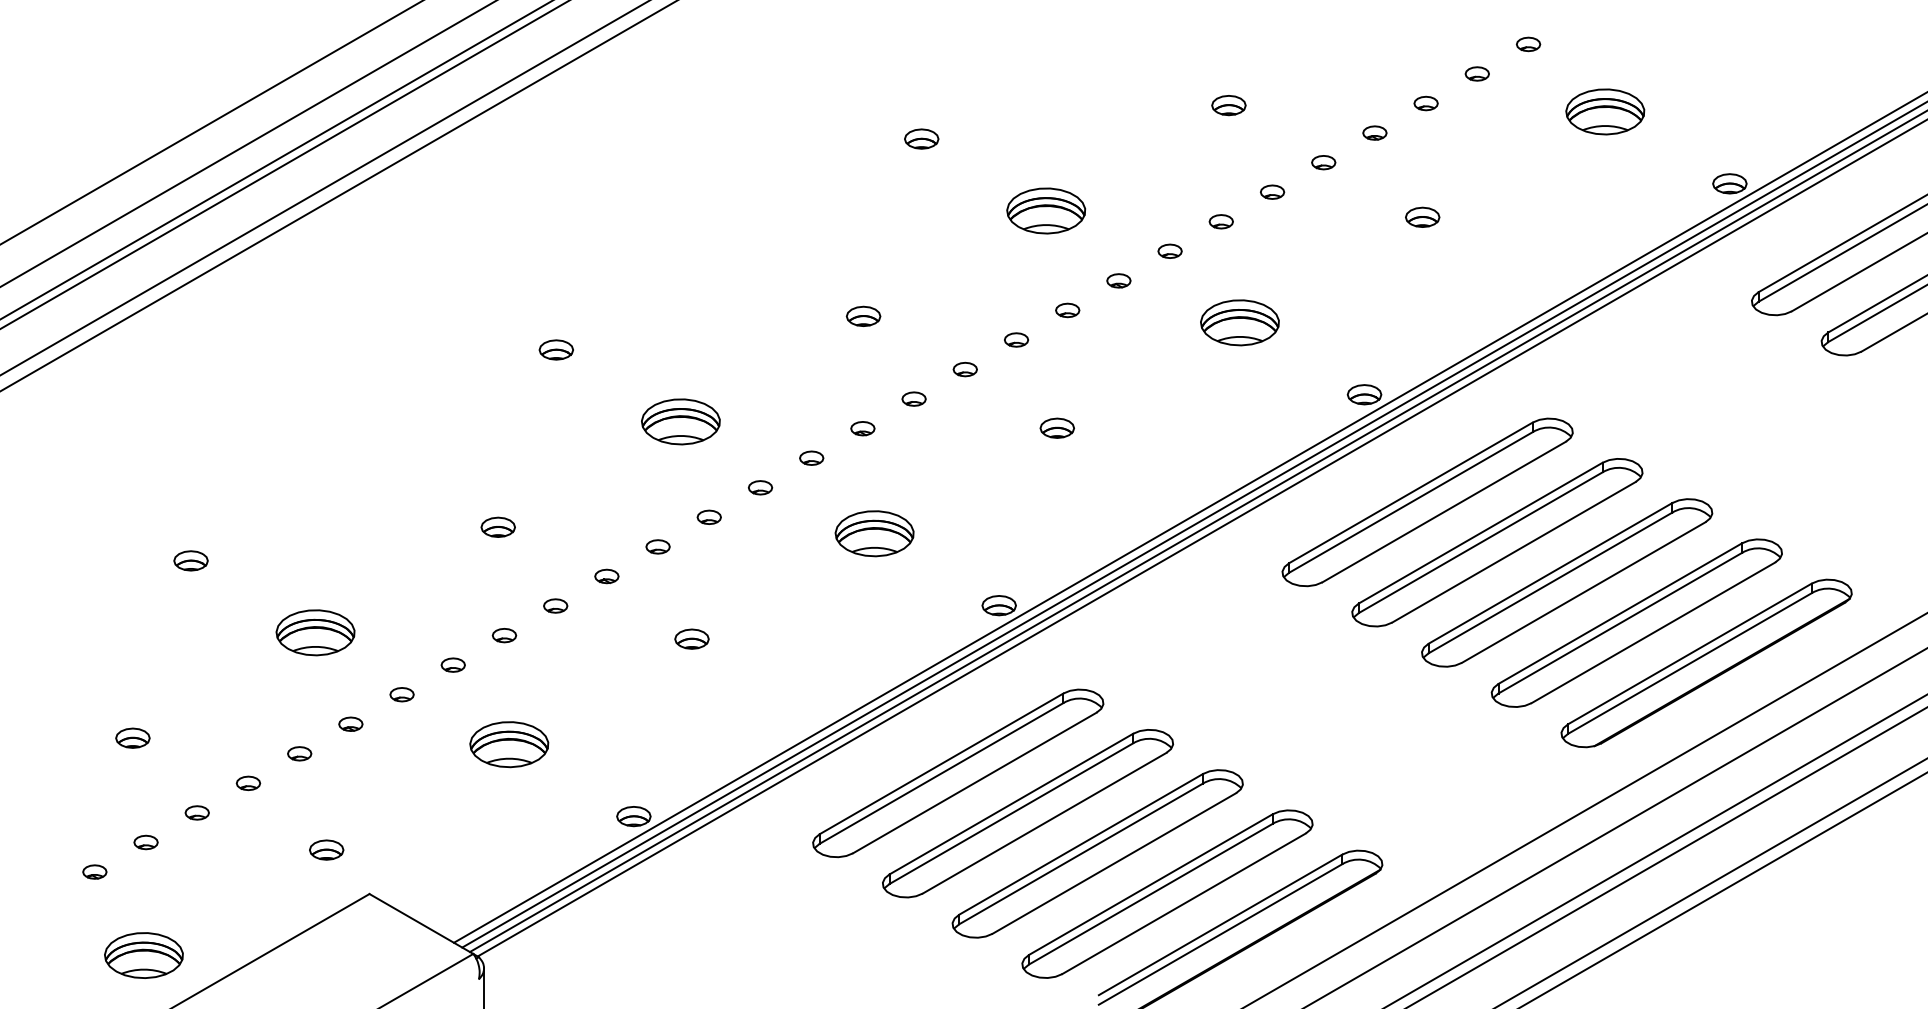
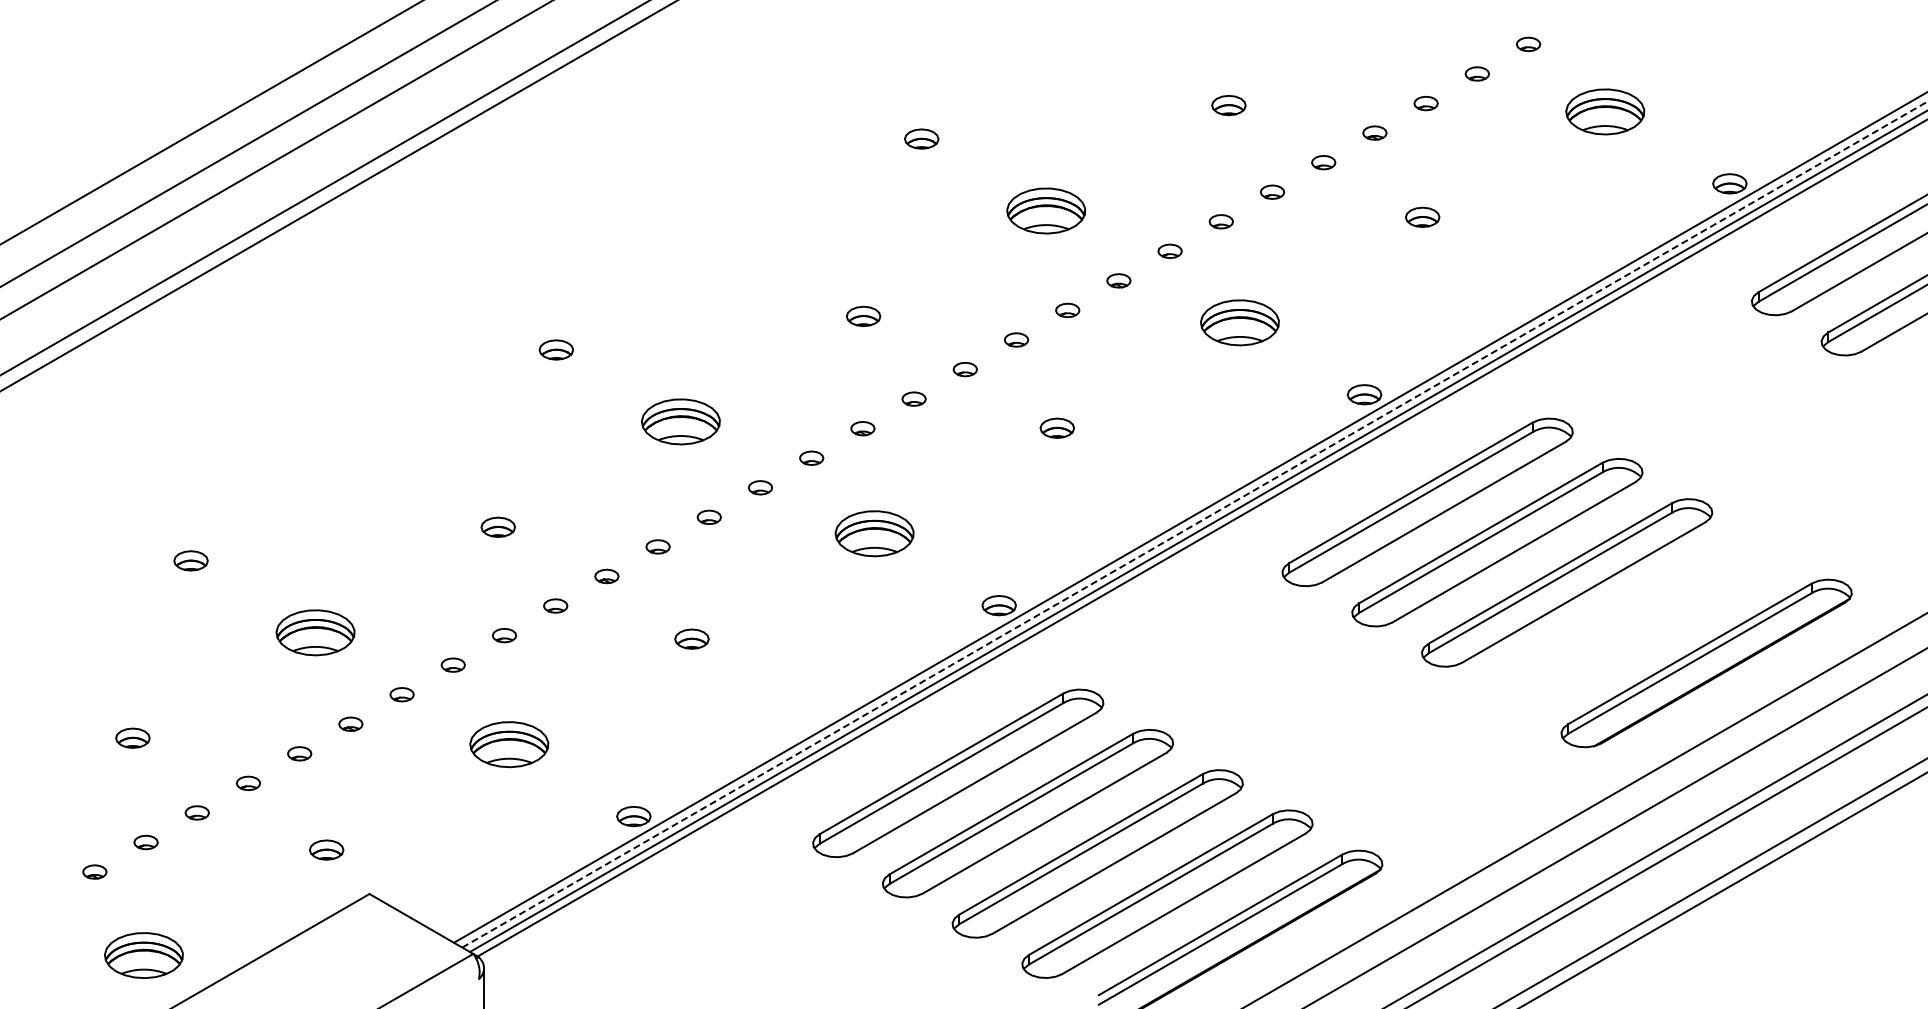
line at (284, 164): present -> none
line at (1194, 524): solid -> dashed
part at (1636, 622): present -> none
